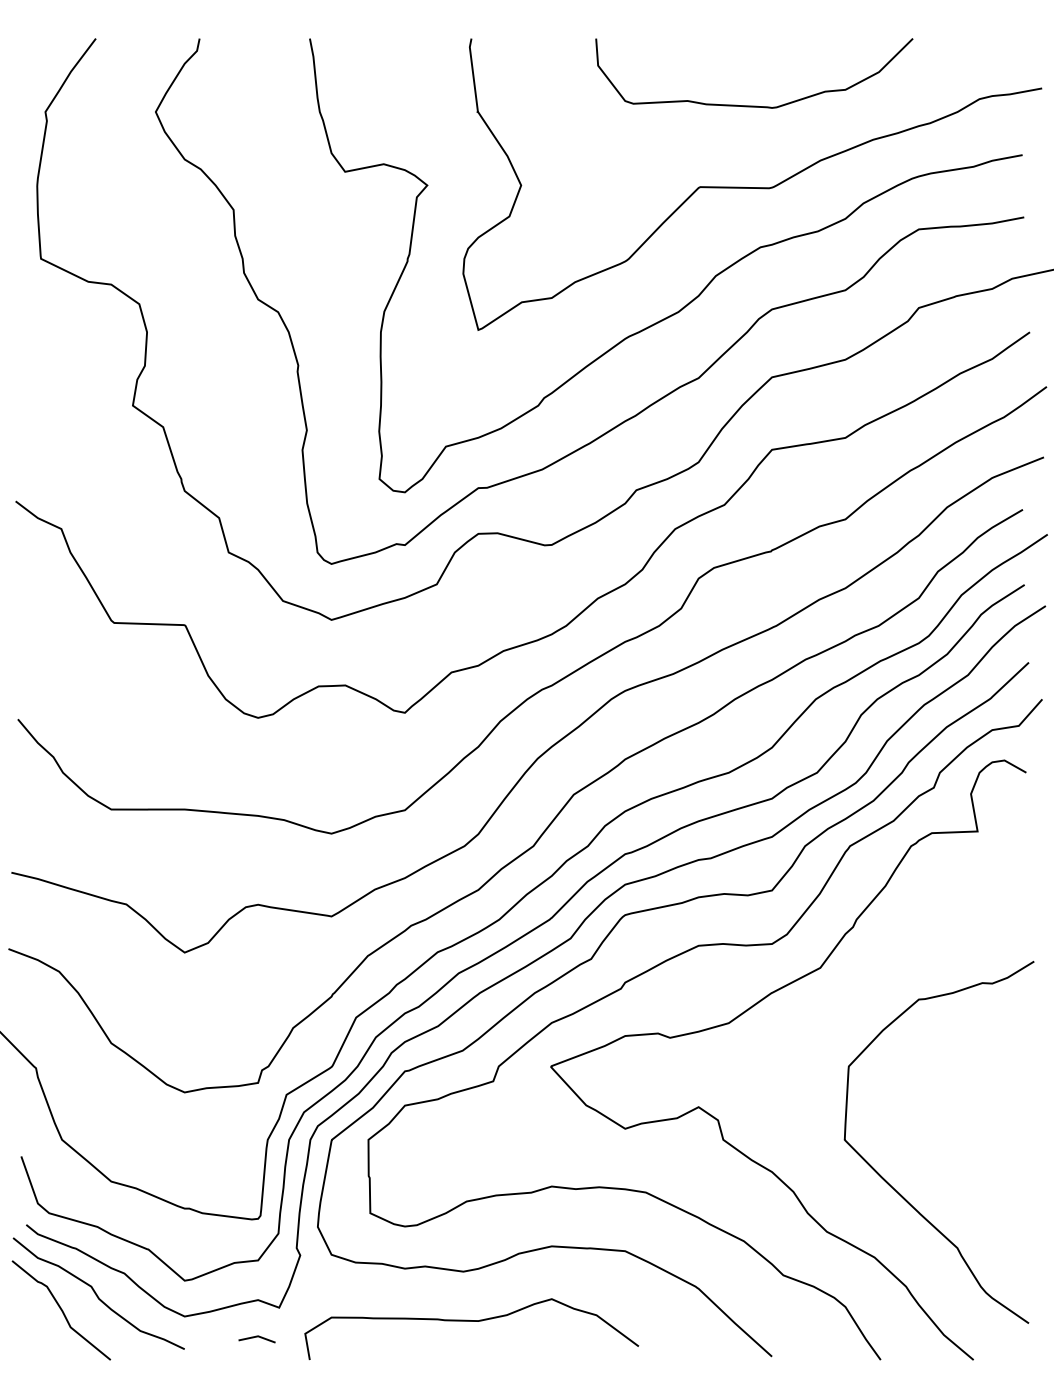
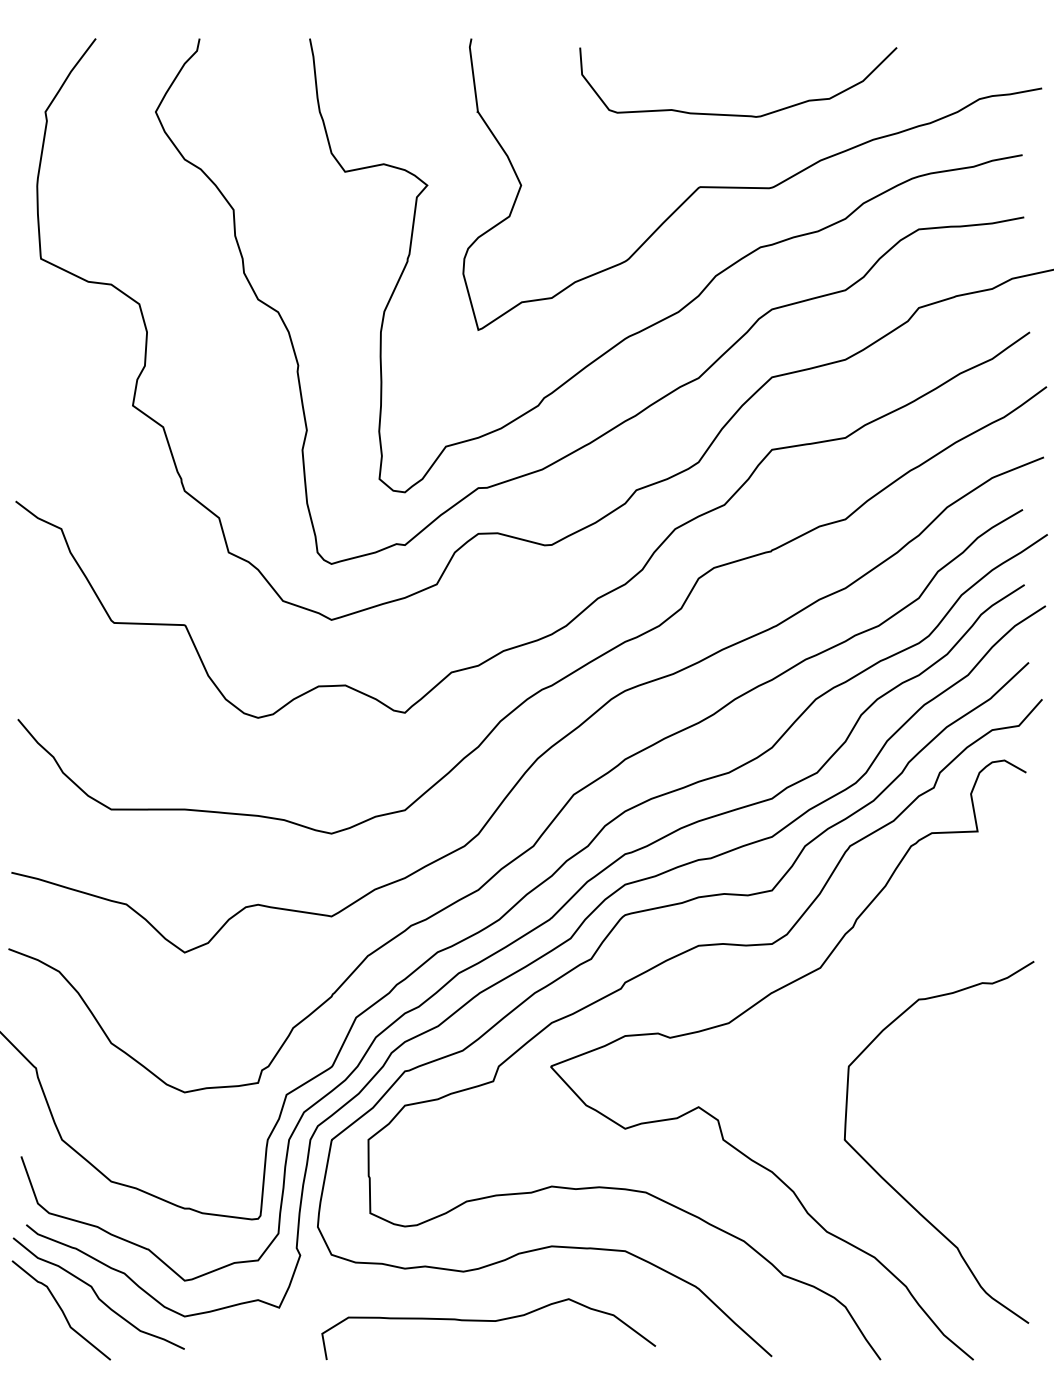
curve at (754, 105) position: (754, 105) -> (738, 114)
curve at (471, 1321) position: (471, 1321) -> (488, 1321)
line at (256, 1337): present -> none
